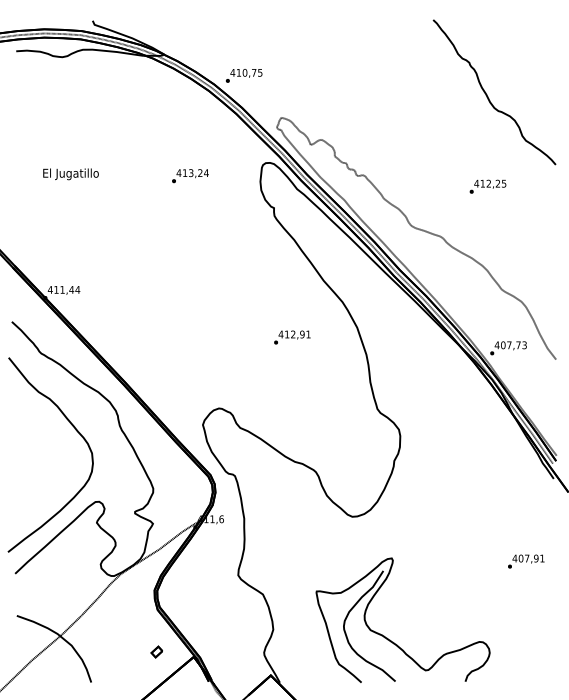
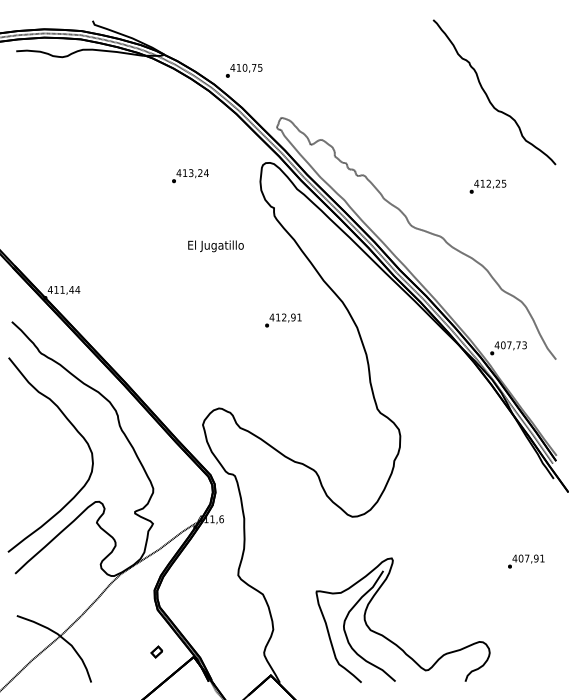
text at (244, 75) position: (244, 75) -> (244, 70)
text at (70, 174) position: (70, 174) -> (215, 246)
text at (292, 337) position: (292, 337) -> (283, 320)
